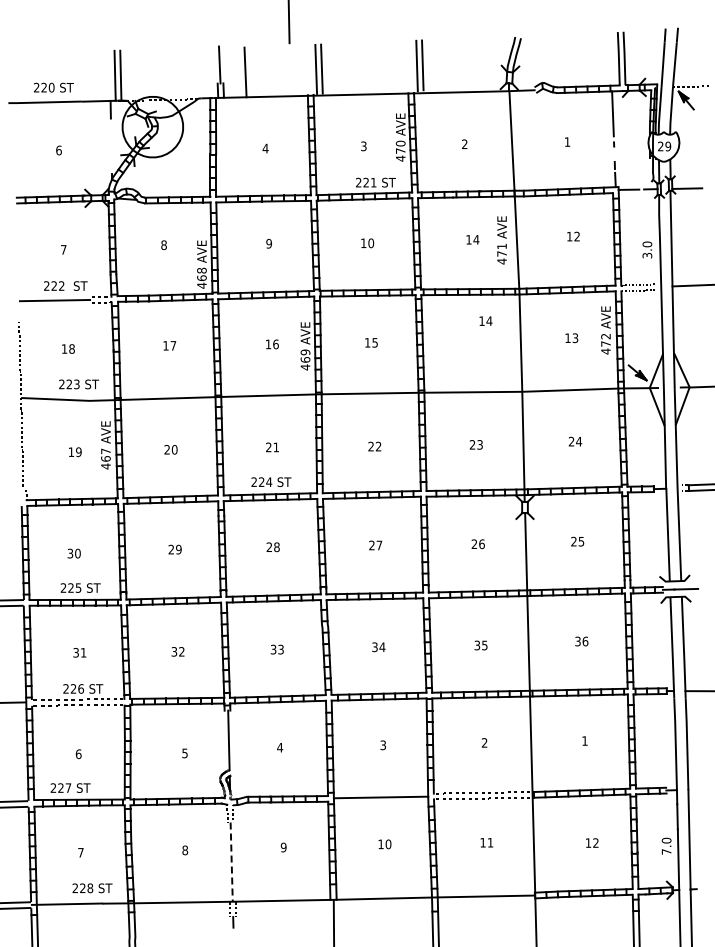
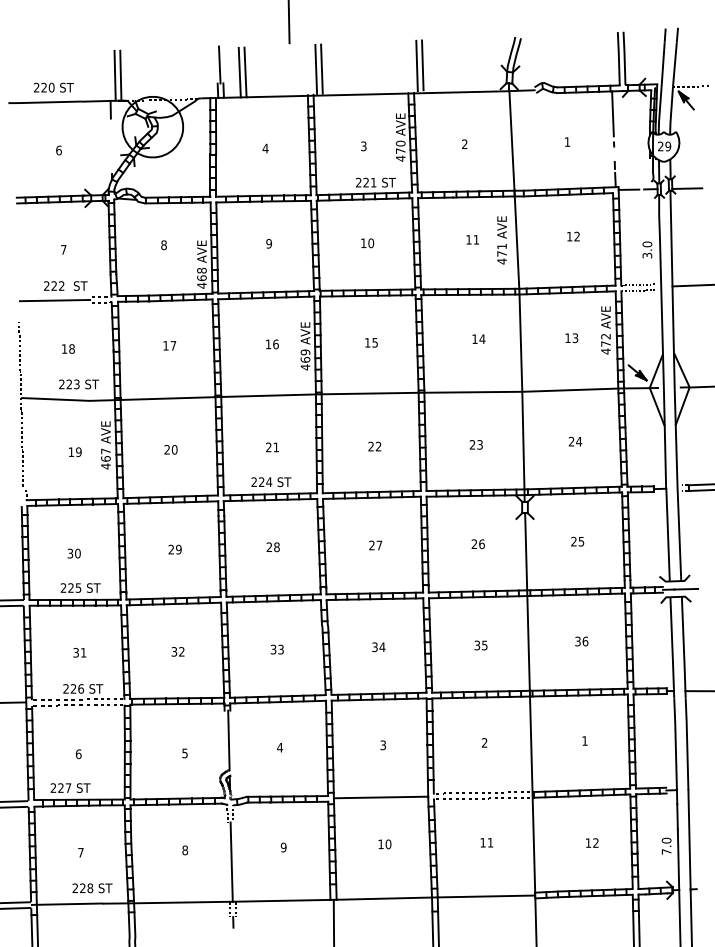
line at (239, 72): none -> present
text at (476, 239): 14 -> 11
text at (485, 320) position: (485, 320) -> (478, 338)
line at (231, 862): dashed -> solid
